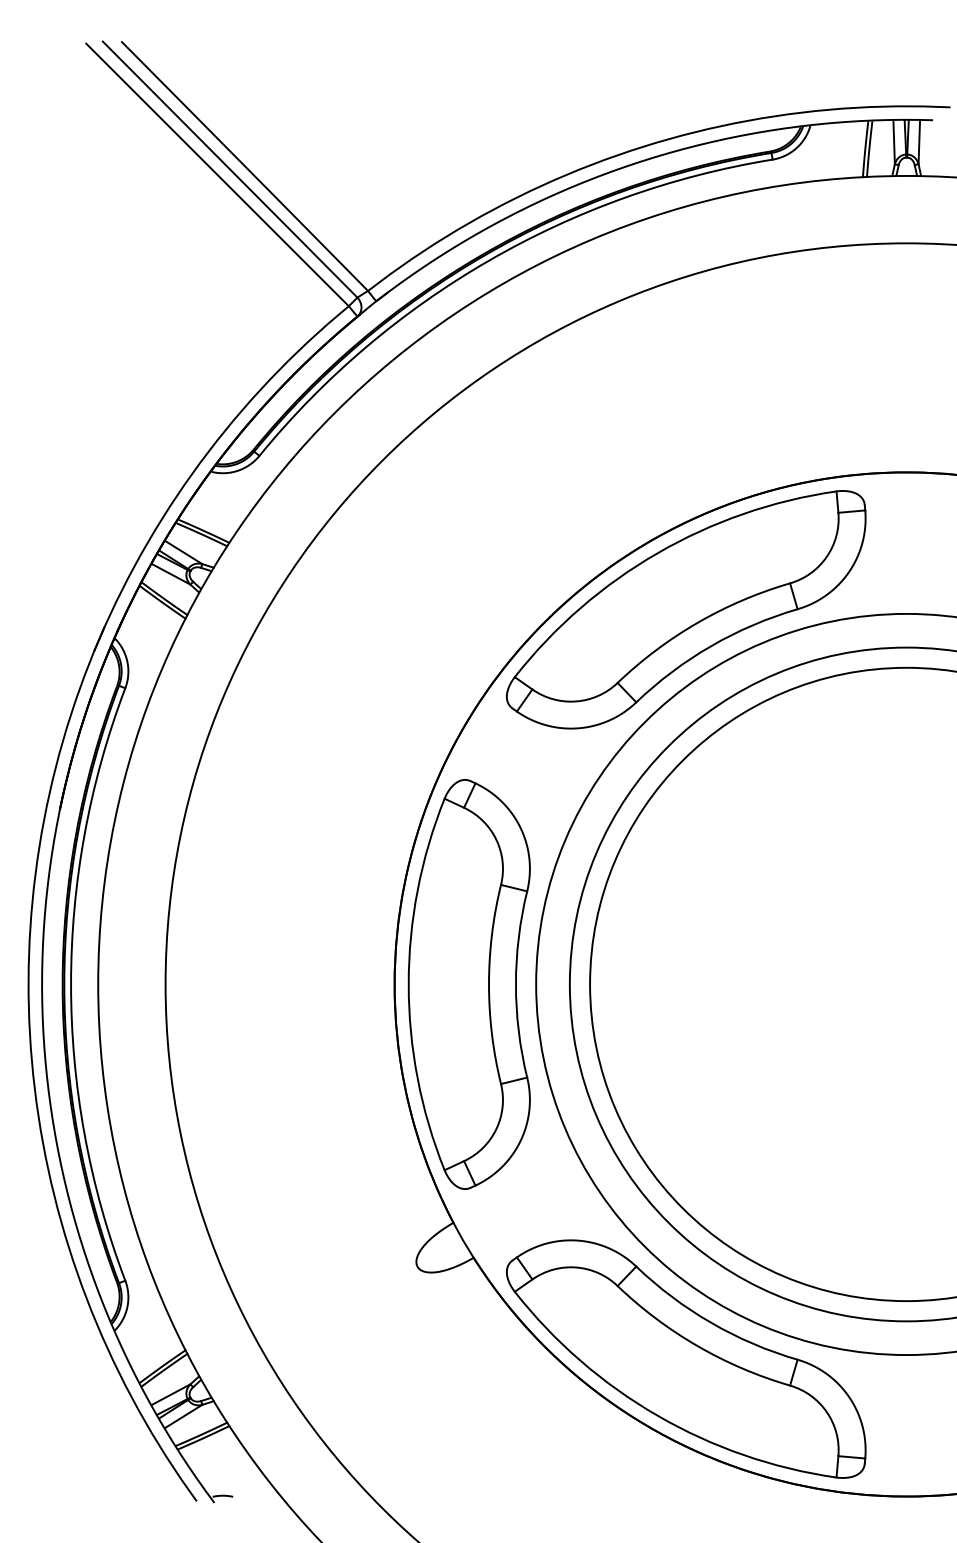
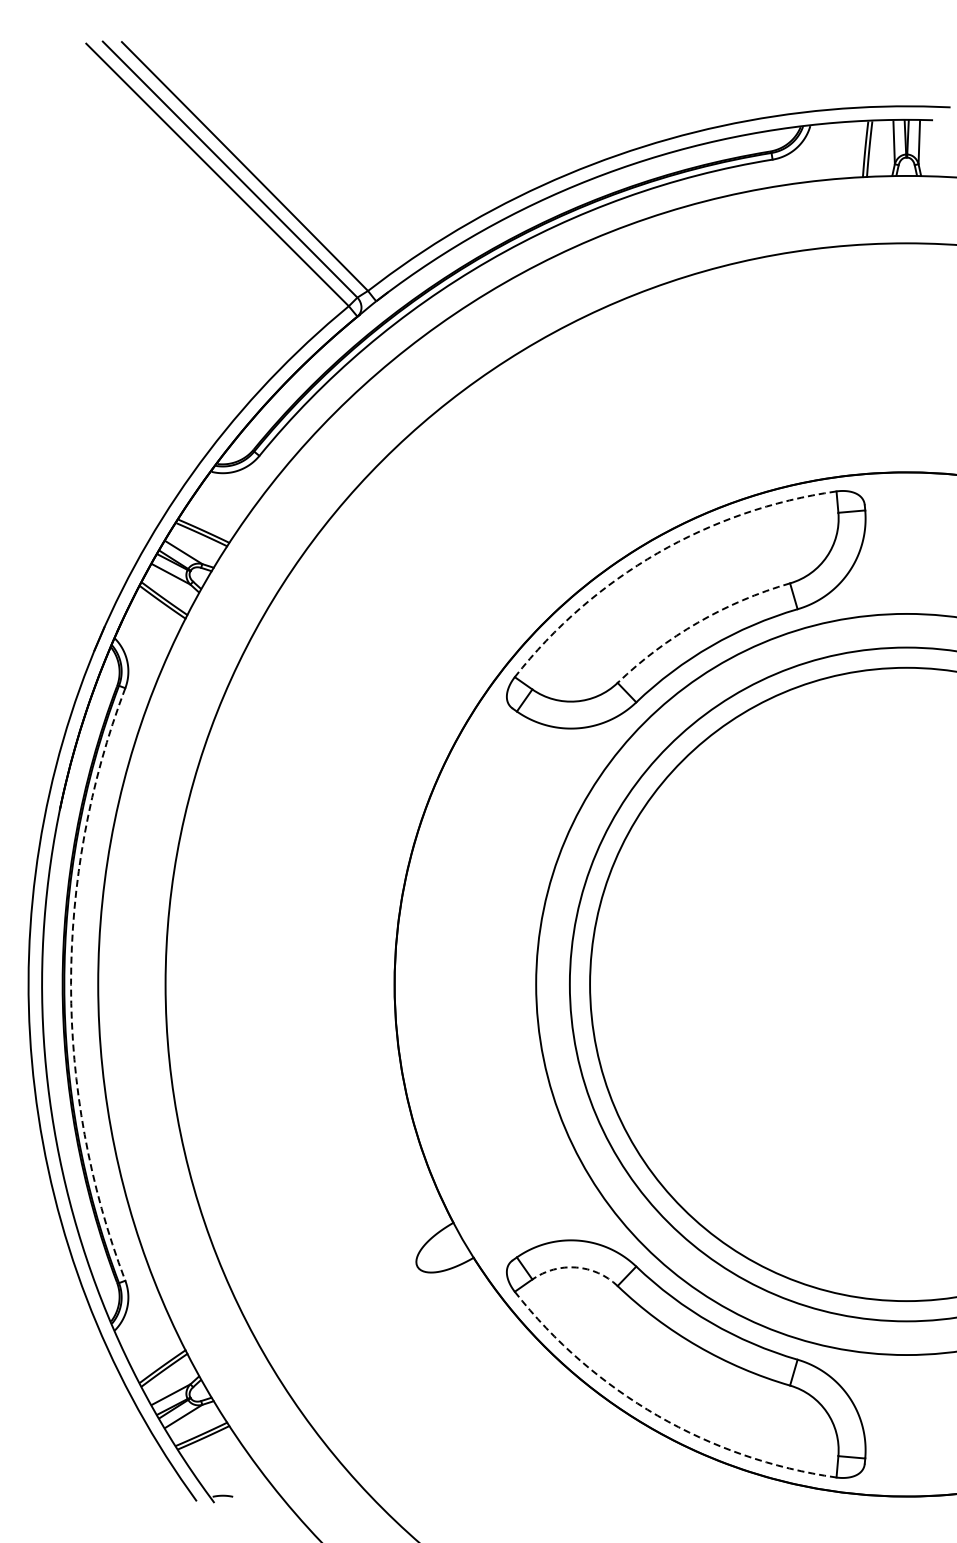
arc at (657, 553): solid -> dashed
arc at (697, 622): solid -> dashed
arc at (71, 984): solid -> dashed
part at (468, 984): present -> none
arc at (576, 1267): solid -> dashed
arc at (657, 1415): solid -> dashed
